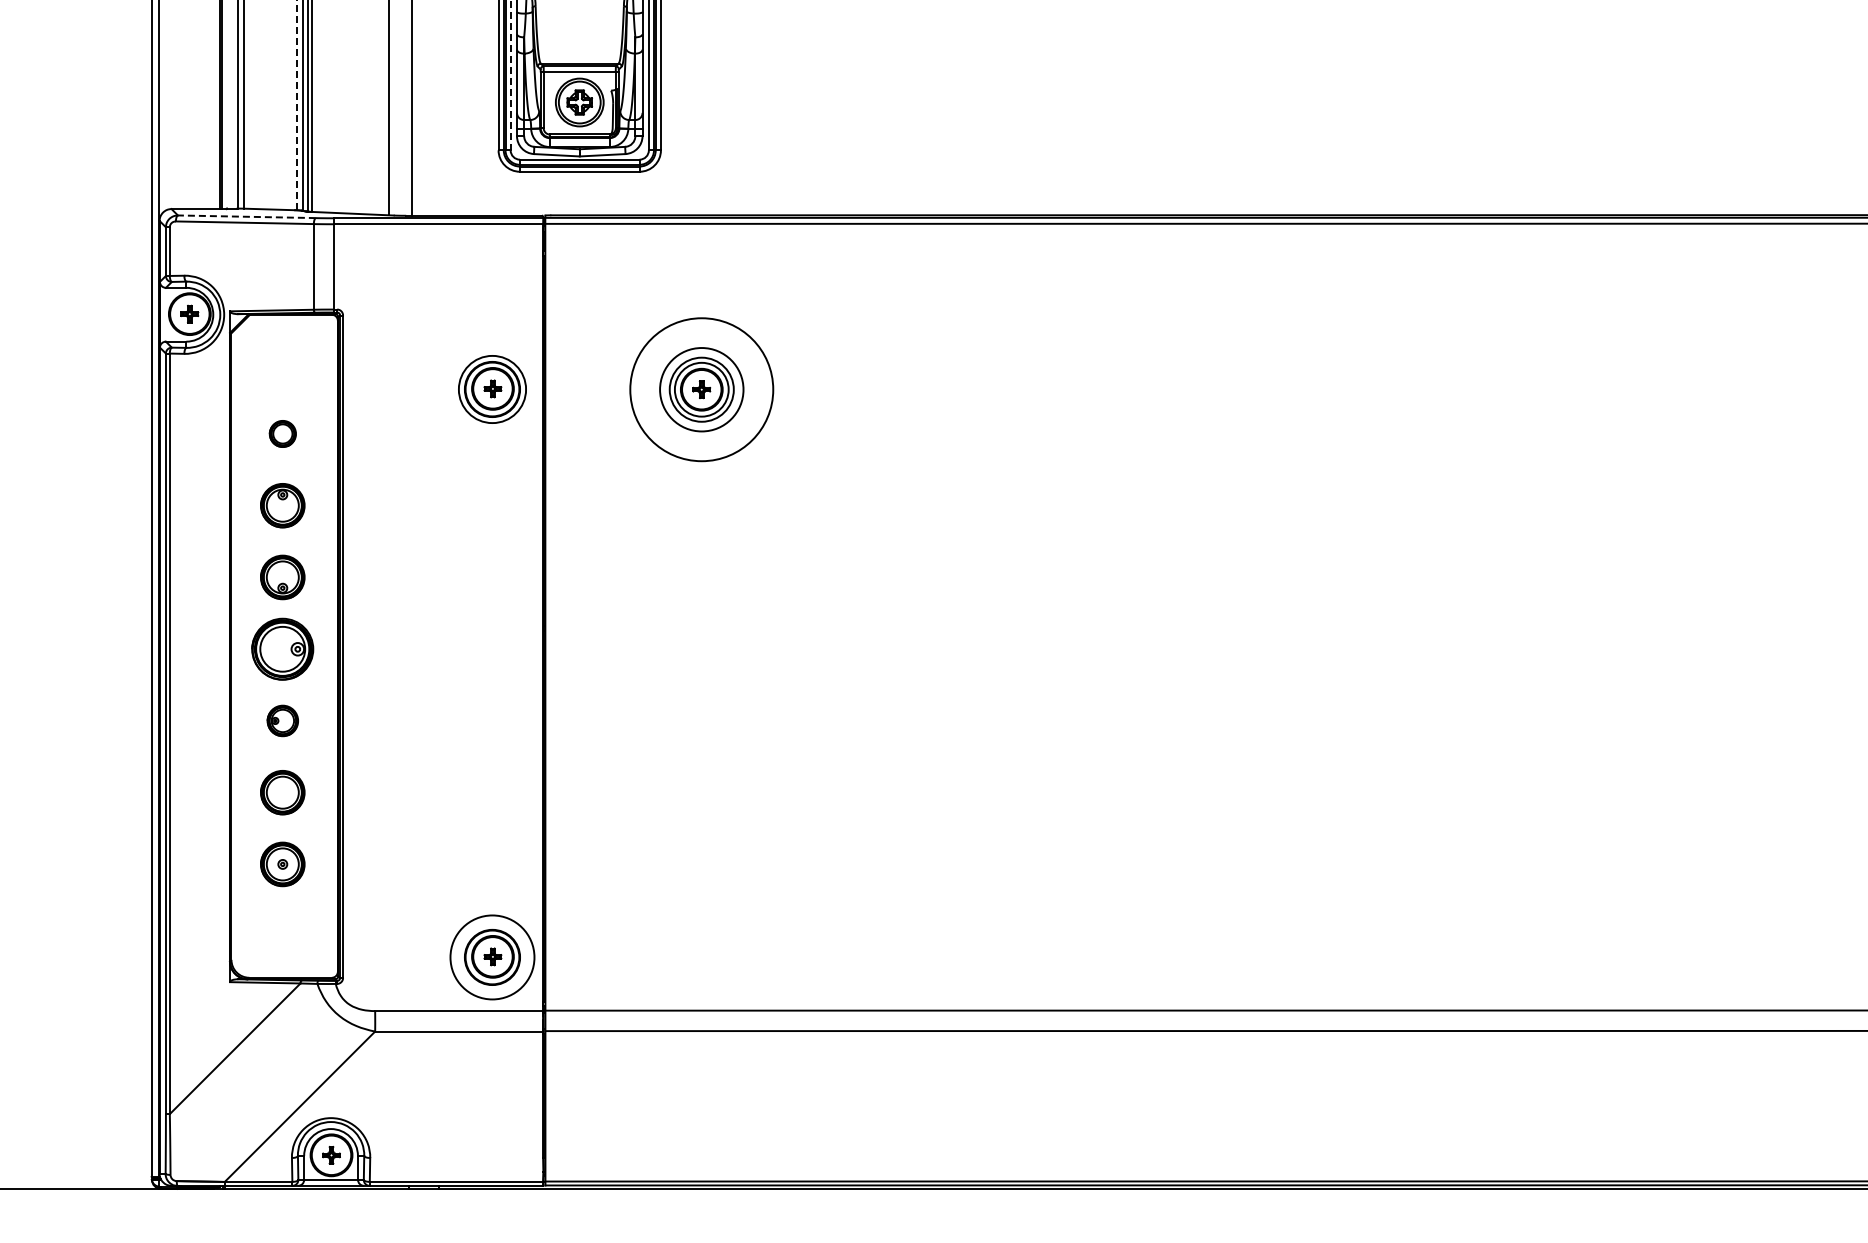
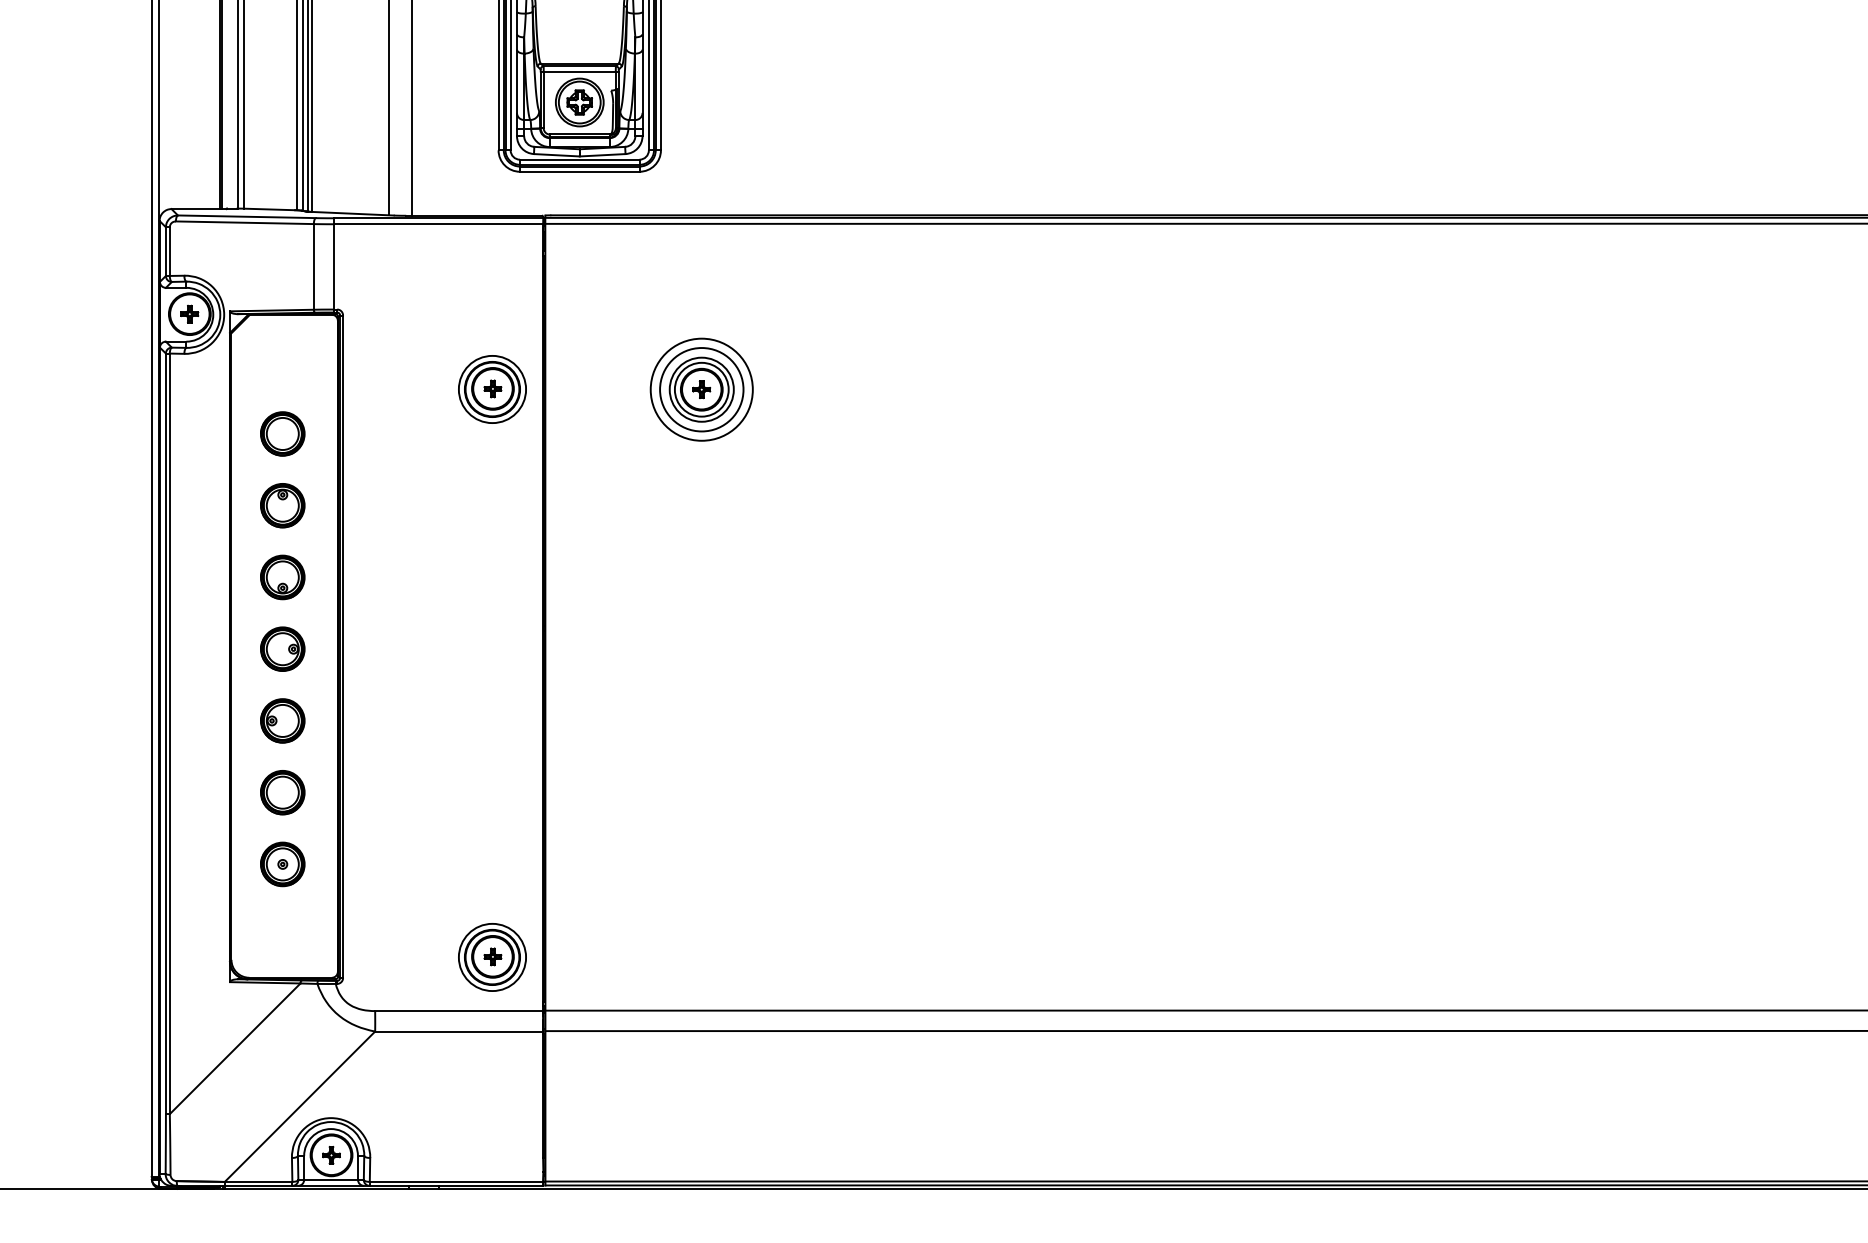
line at (510, 75): dashed -> solid
line at (297, 105): dashed -> solid
line at (246, 216): dashed -> solid
circle at (701, 389) diameter: 143 px -> 102 px
part at (282, 433) size: 29x28 px -> 46x46 px
part at (282, 648) size: 64x64 px -> 46x46 px
part at (282, 720) size: 33x34 px -> 46x46 px
circle at (492, 957) diameter: 84 px -> 67 px
